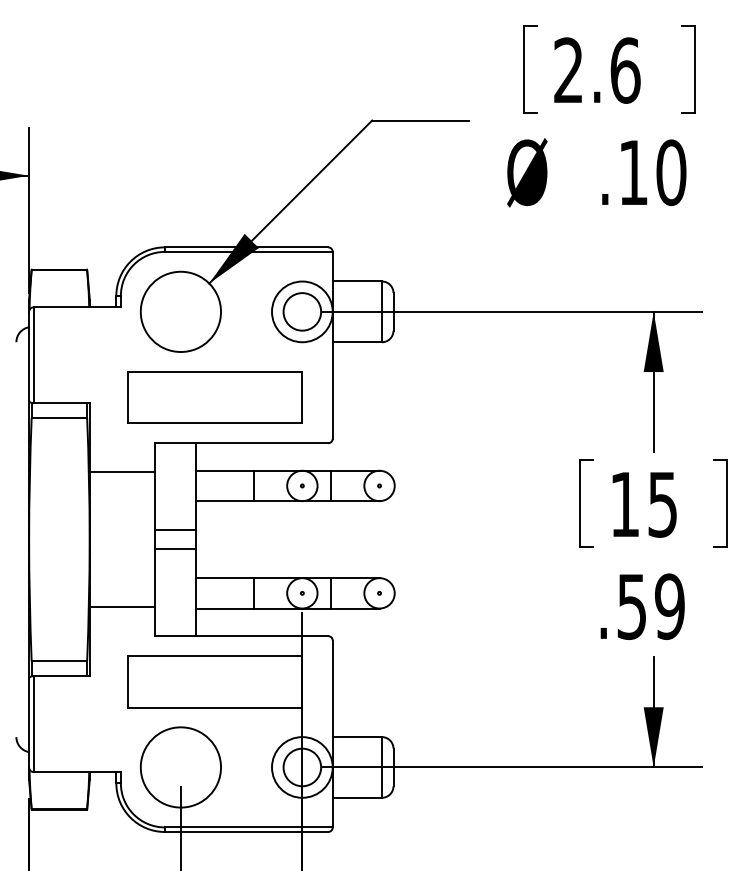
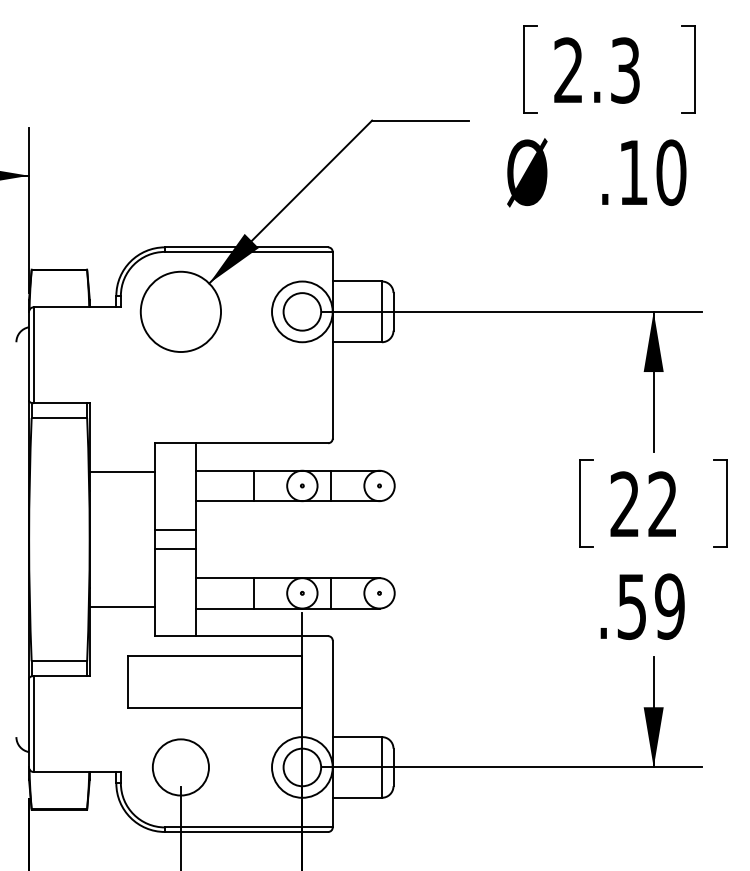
text at (625, 70): 2.6 -> 2.3
part at (214, 397): present -> none
text at (643, 504): 15 -> 22
circle at (180, 767) diameter: 80 px -> 56 px
